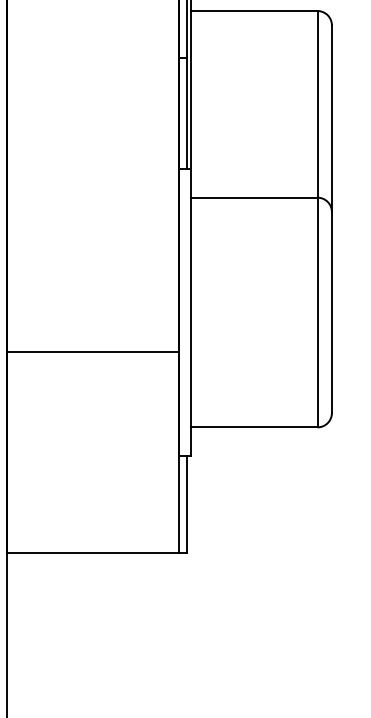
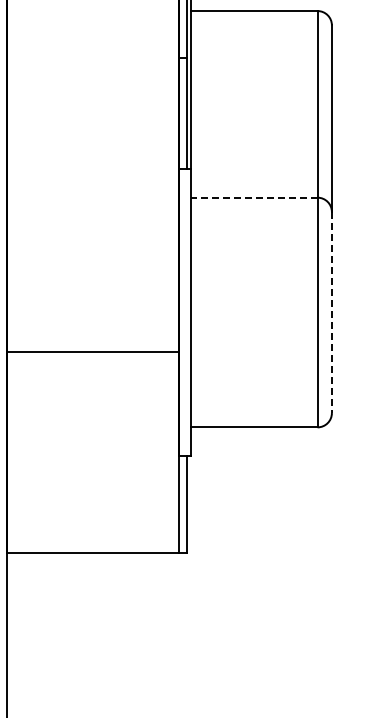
line at (253, 197): solid -> dashed
line at (331, 313): solid -> dashed
